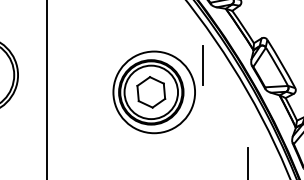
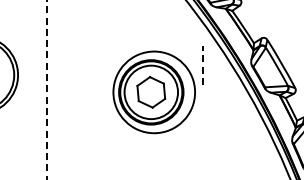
line at (202, 65): solid -> dashed
line at (46, 90): solid -> dashed
line at (247, 162): present -> none
